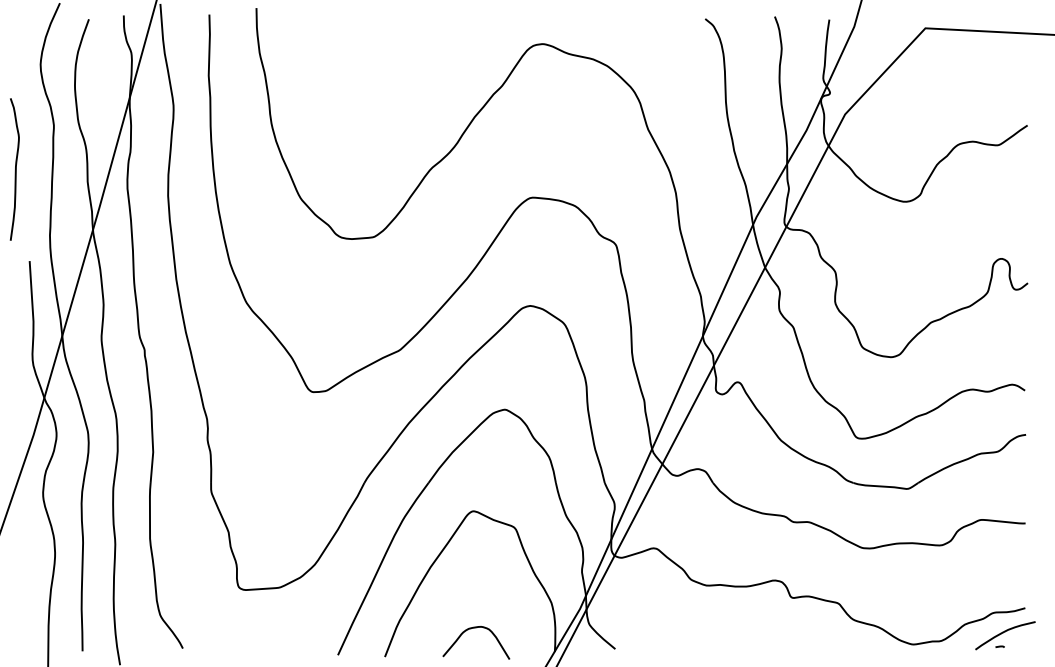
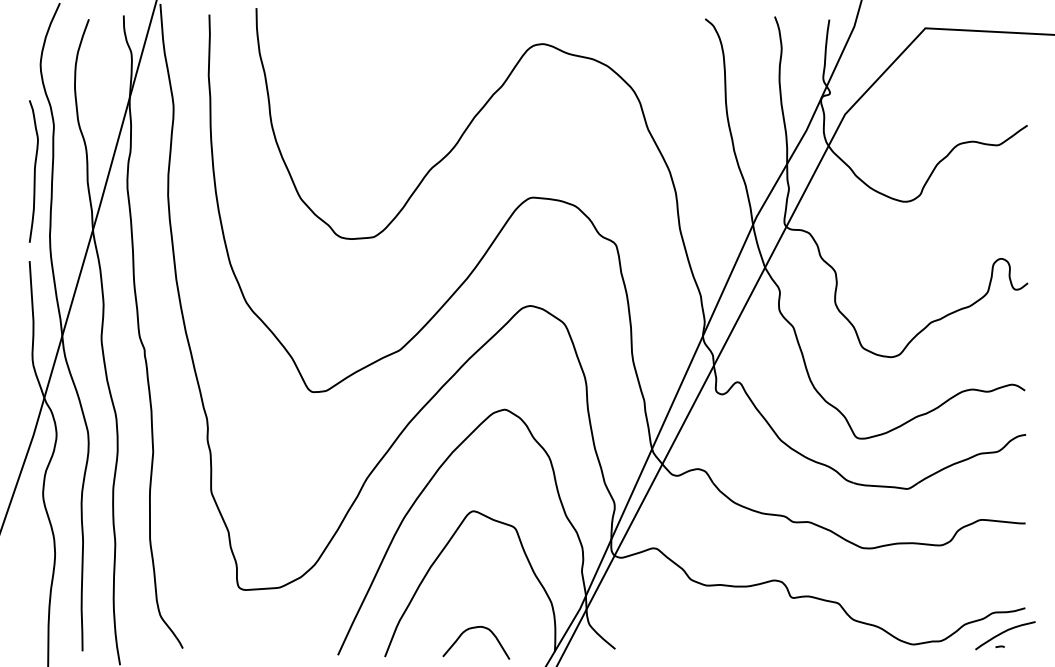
curve at (15, 169) position: (15, 169) -> (34, 171)
